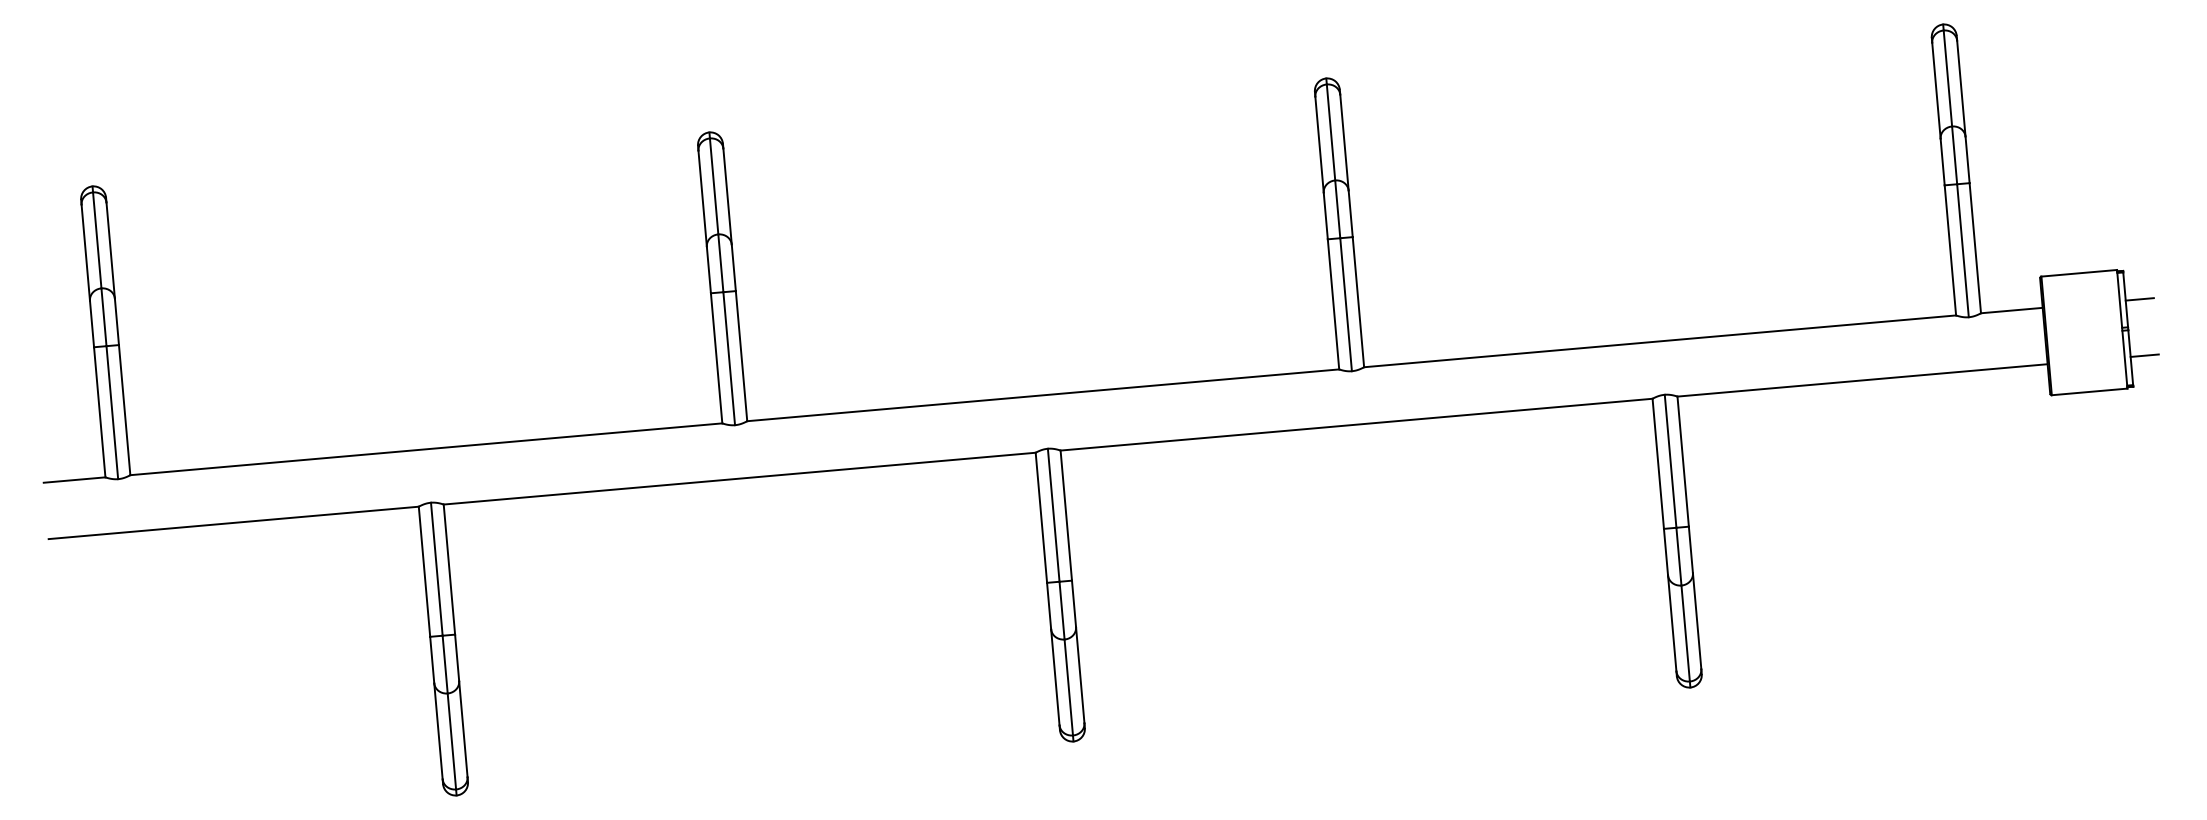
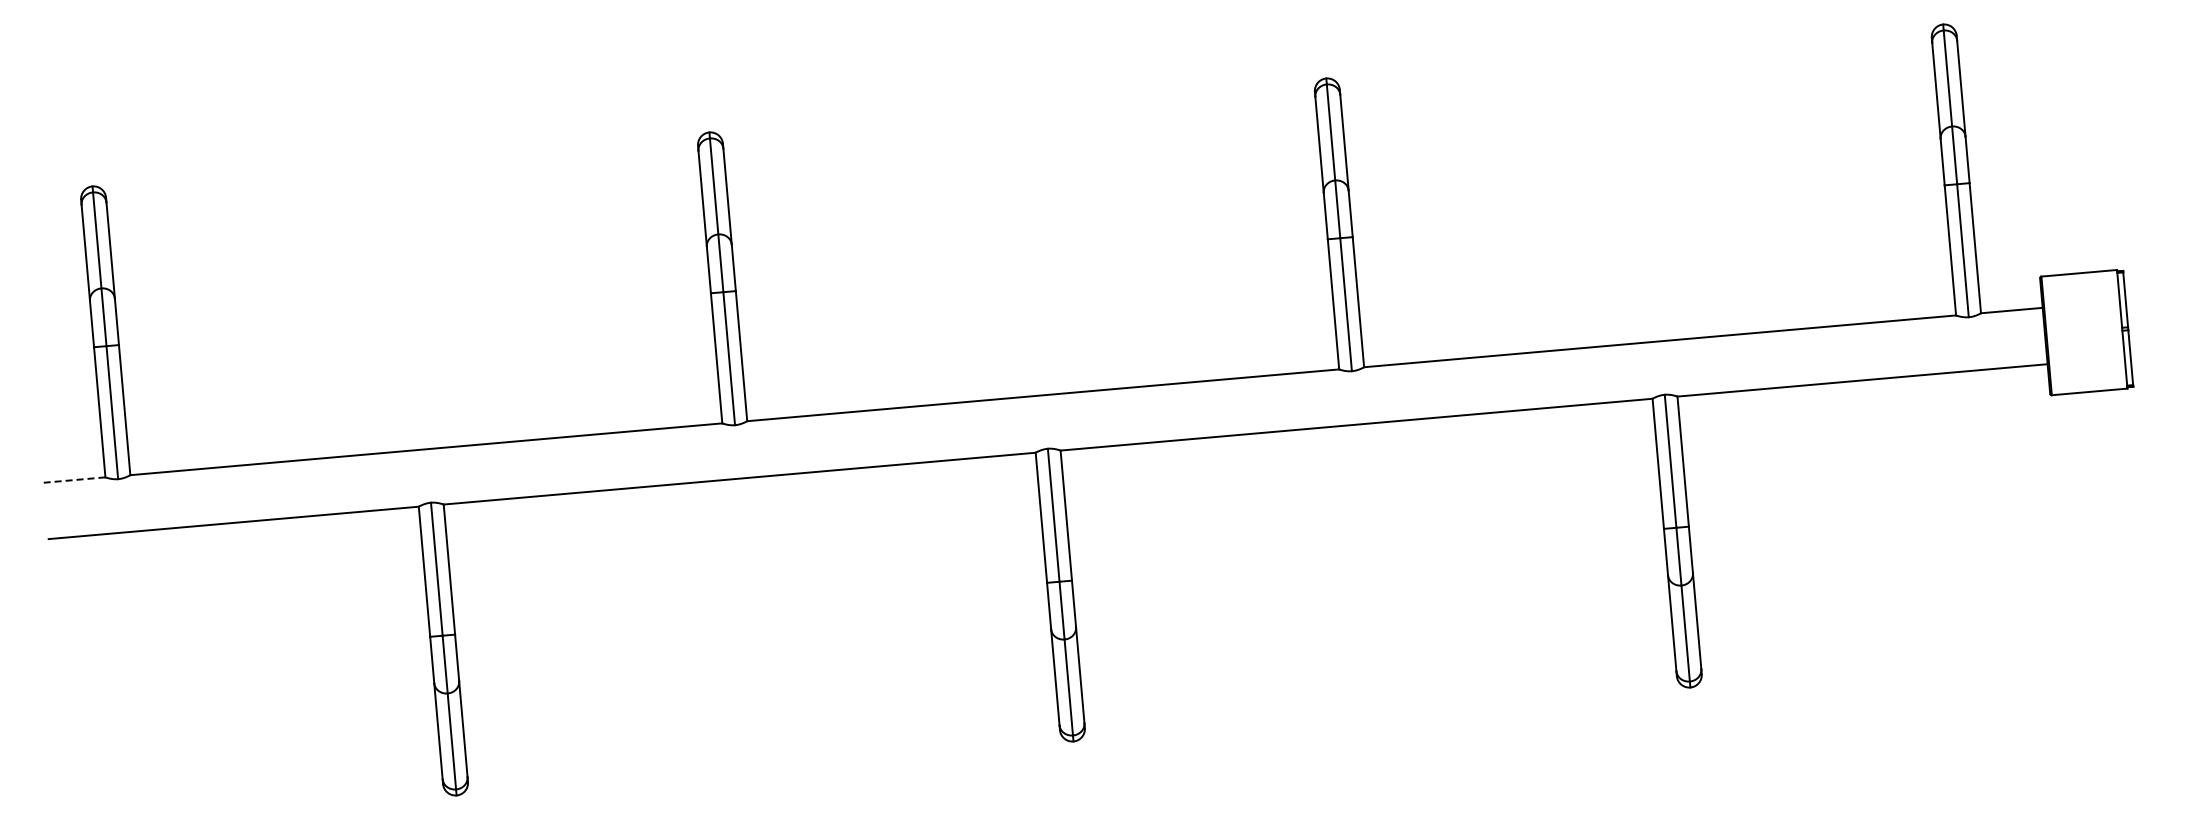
line at (2139, 299): present -> none
line at (2144, 355): present -> none
line at (74, 480): solid -> dashed
